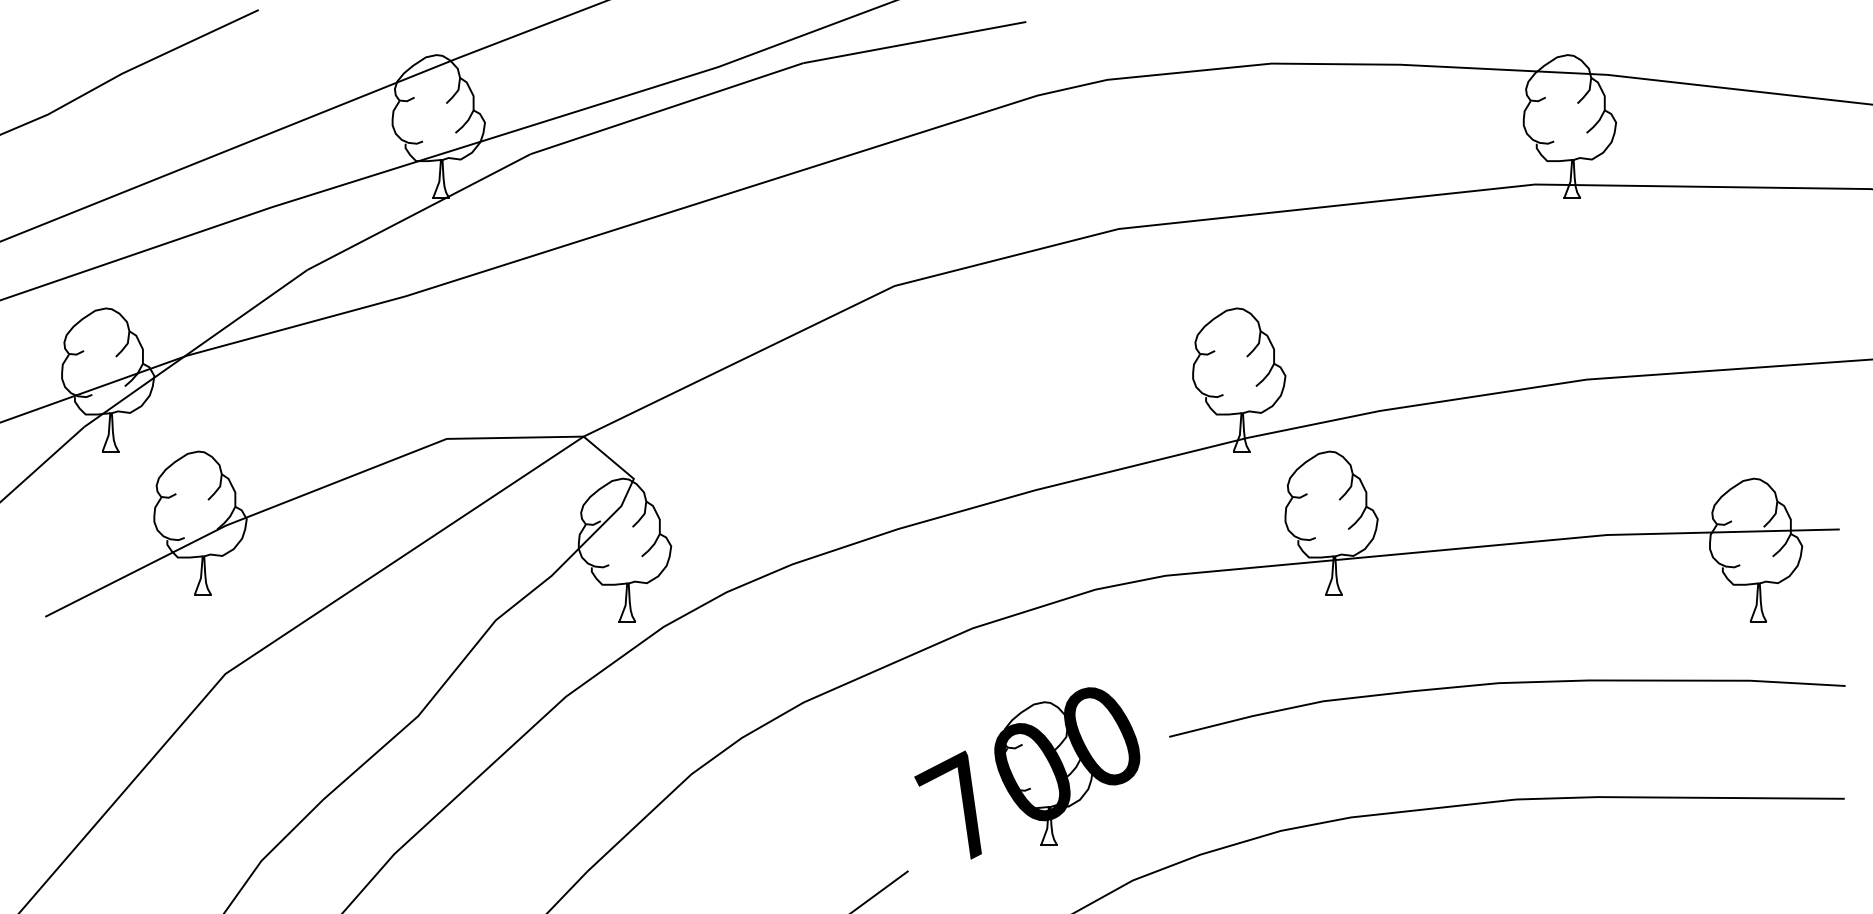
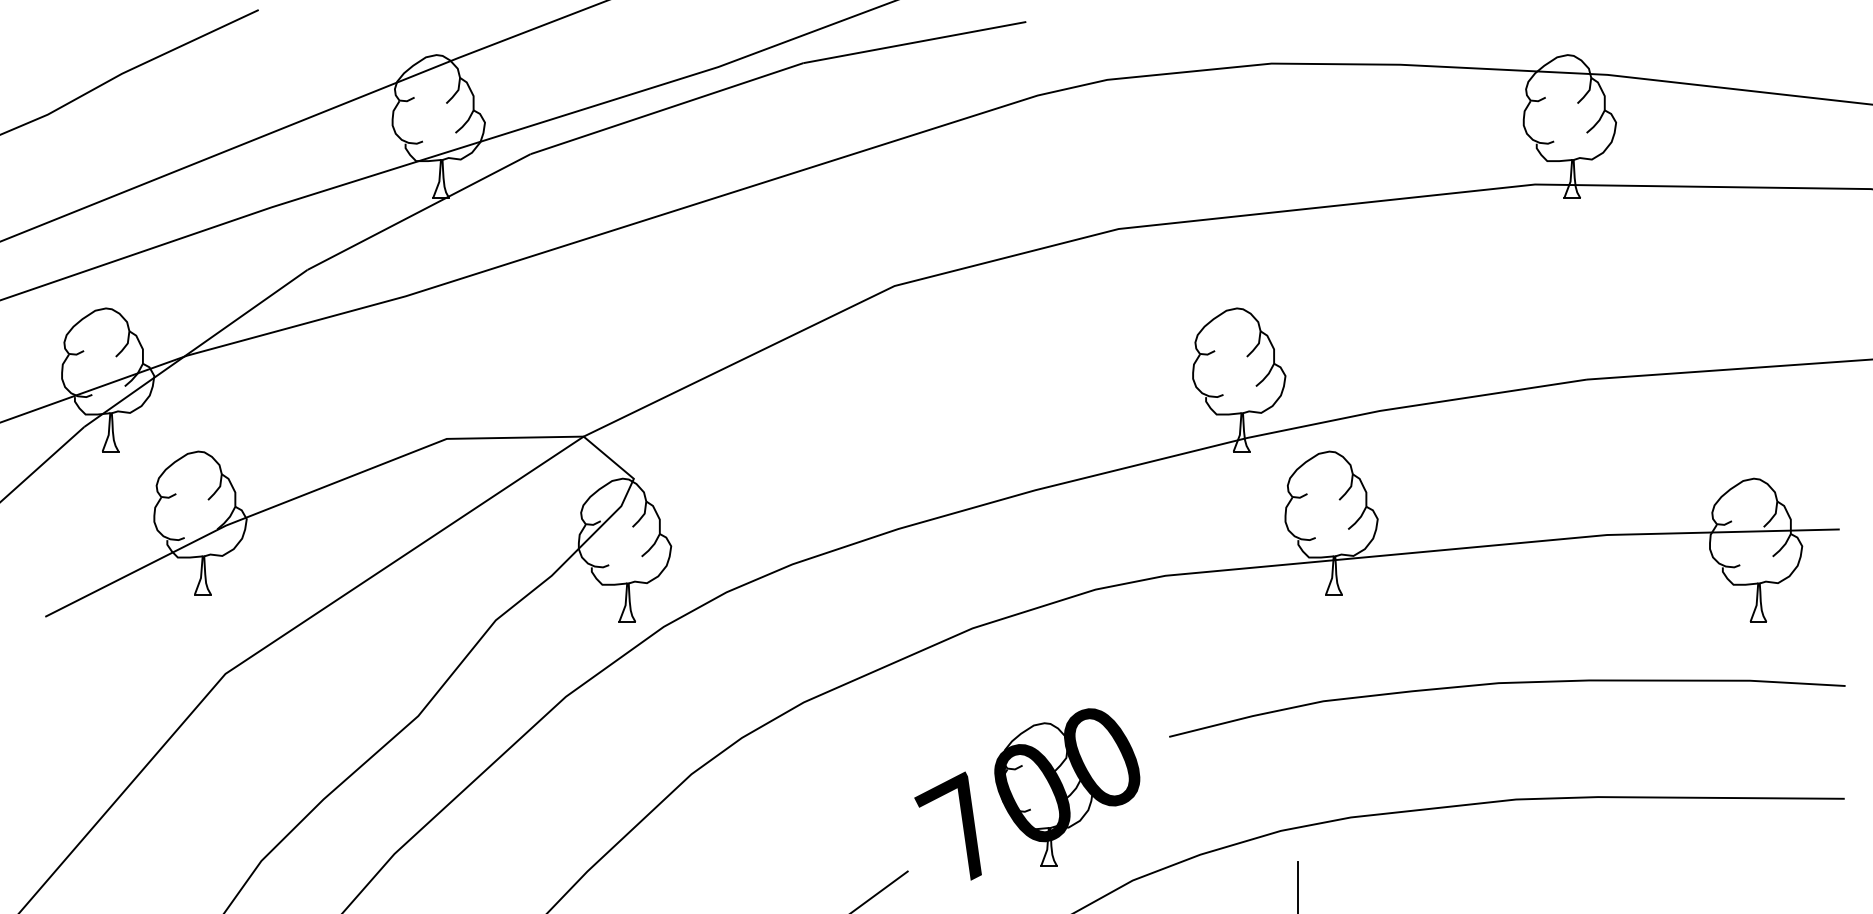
part at (1027, 773) position: (1027, 773) -> (1027, 794)
line at (1298, 886): none -> present
